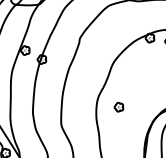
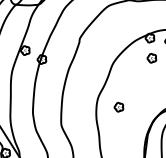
part at (151, 58): none -> present
